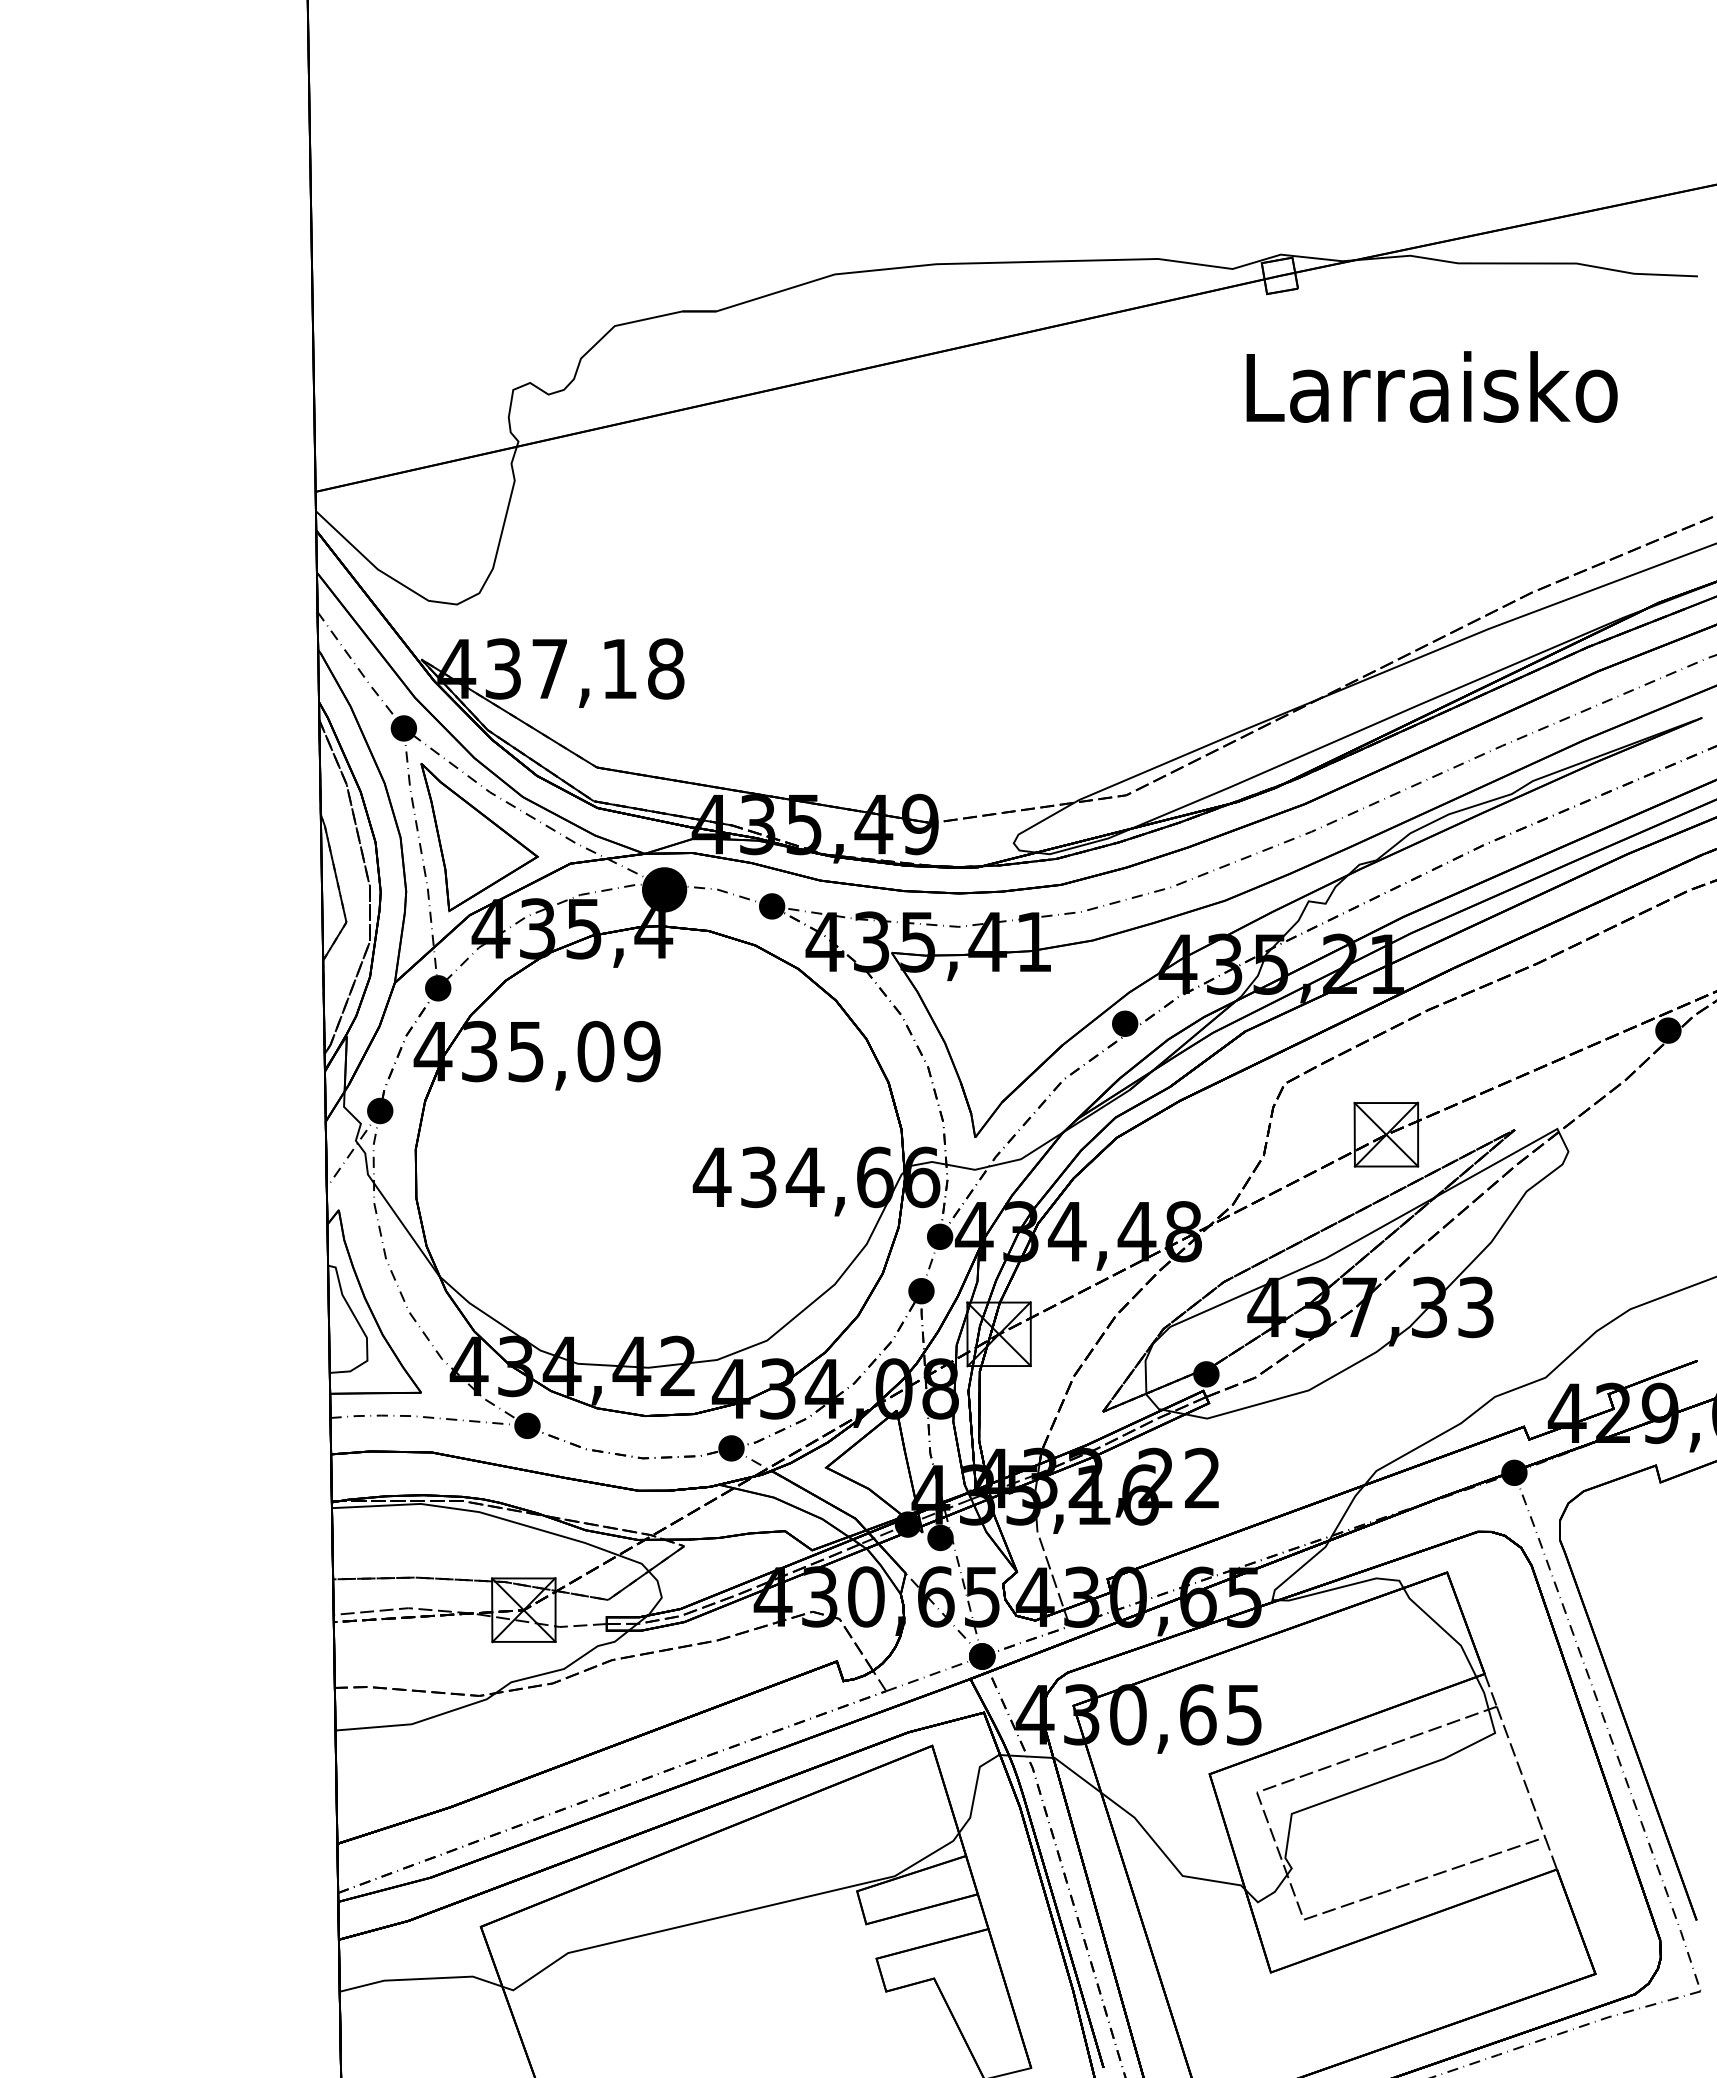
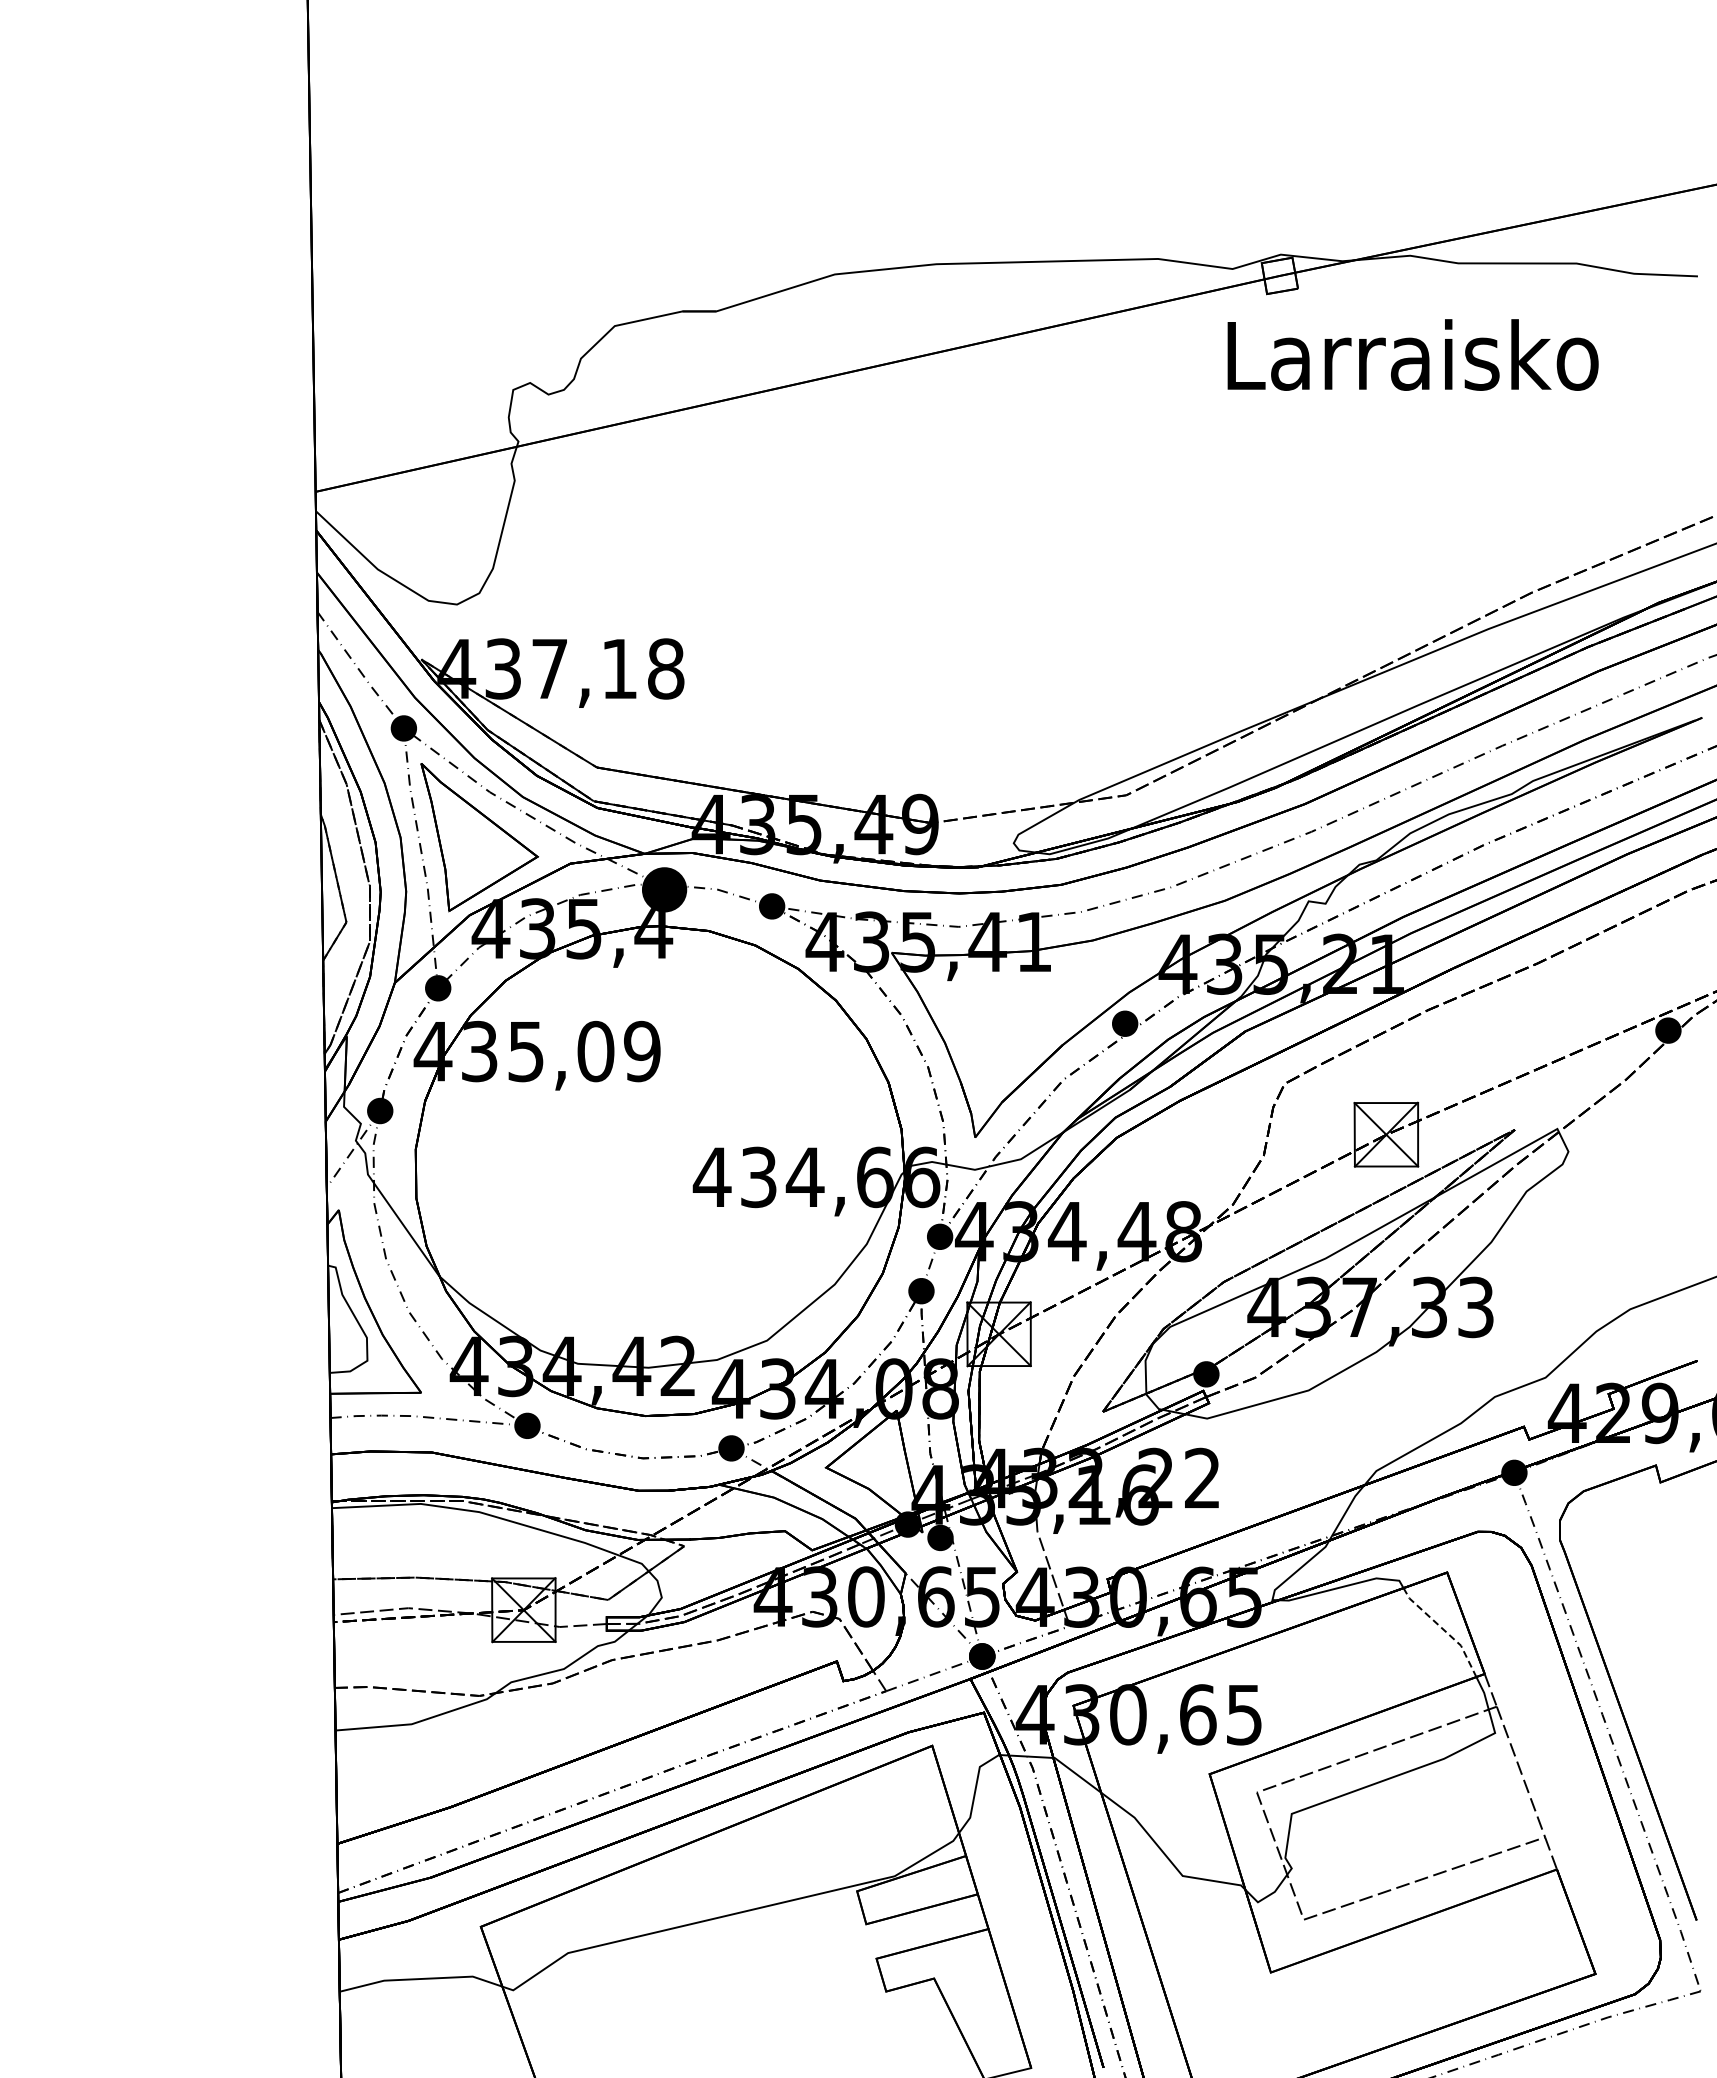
text at (1431, 386) position: (1431, 386) -> (1412, 354)
line at (1444, 1630): solid -> dashed
